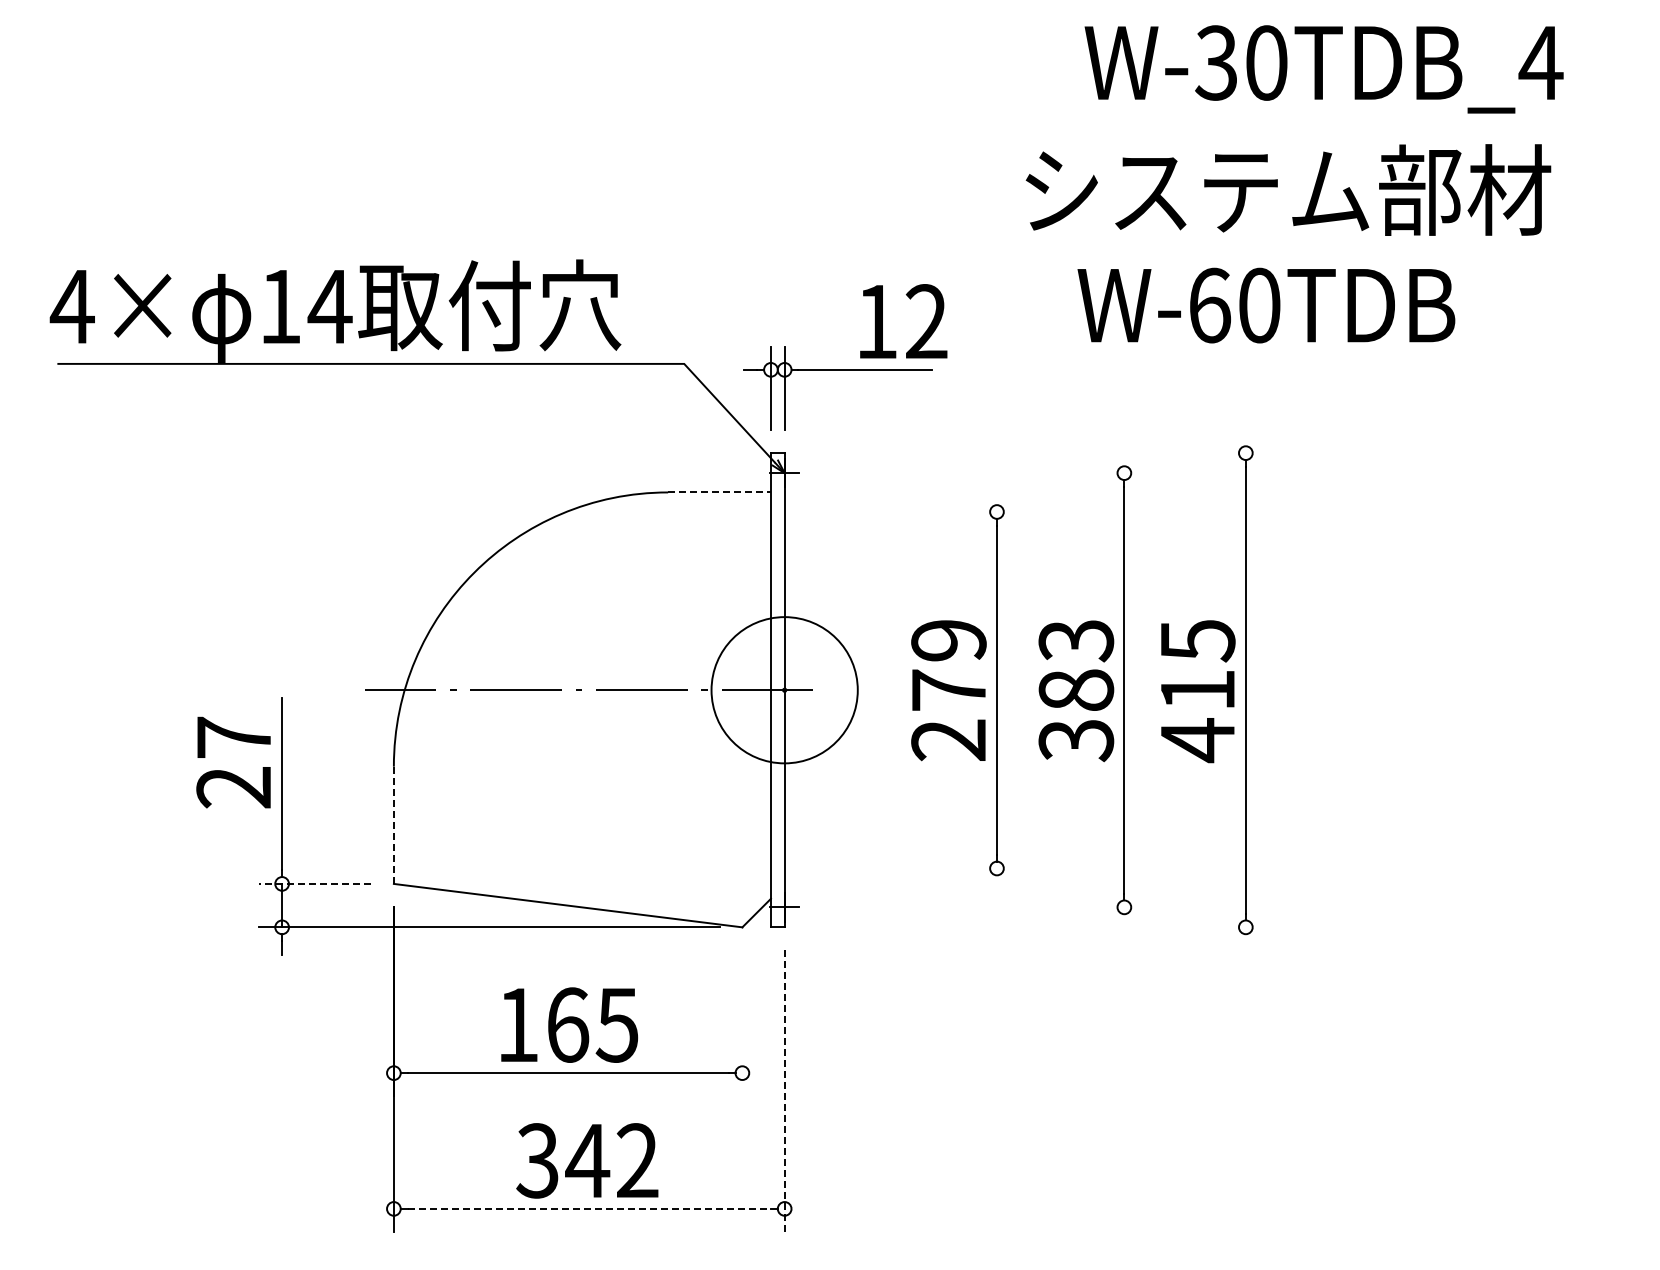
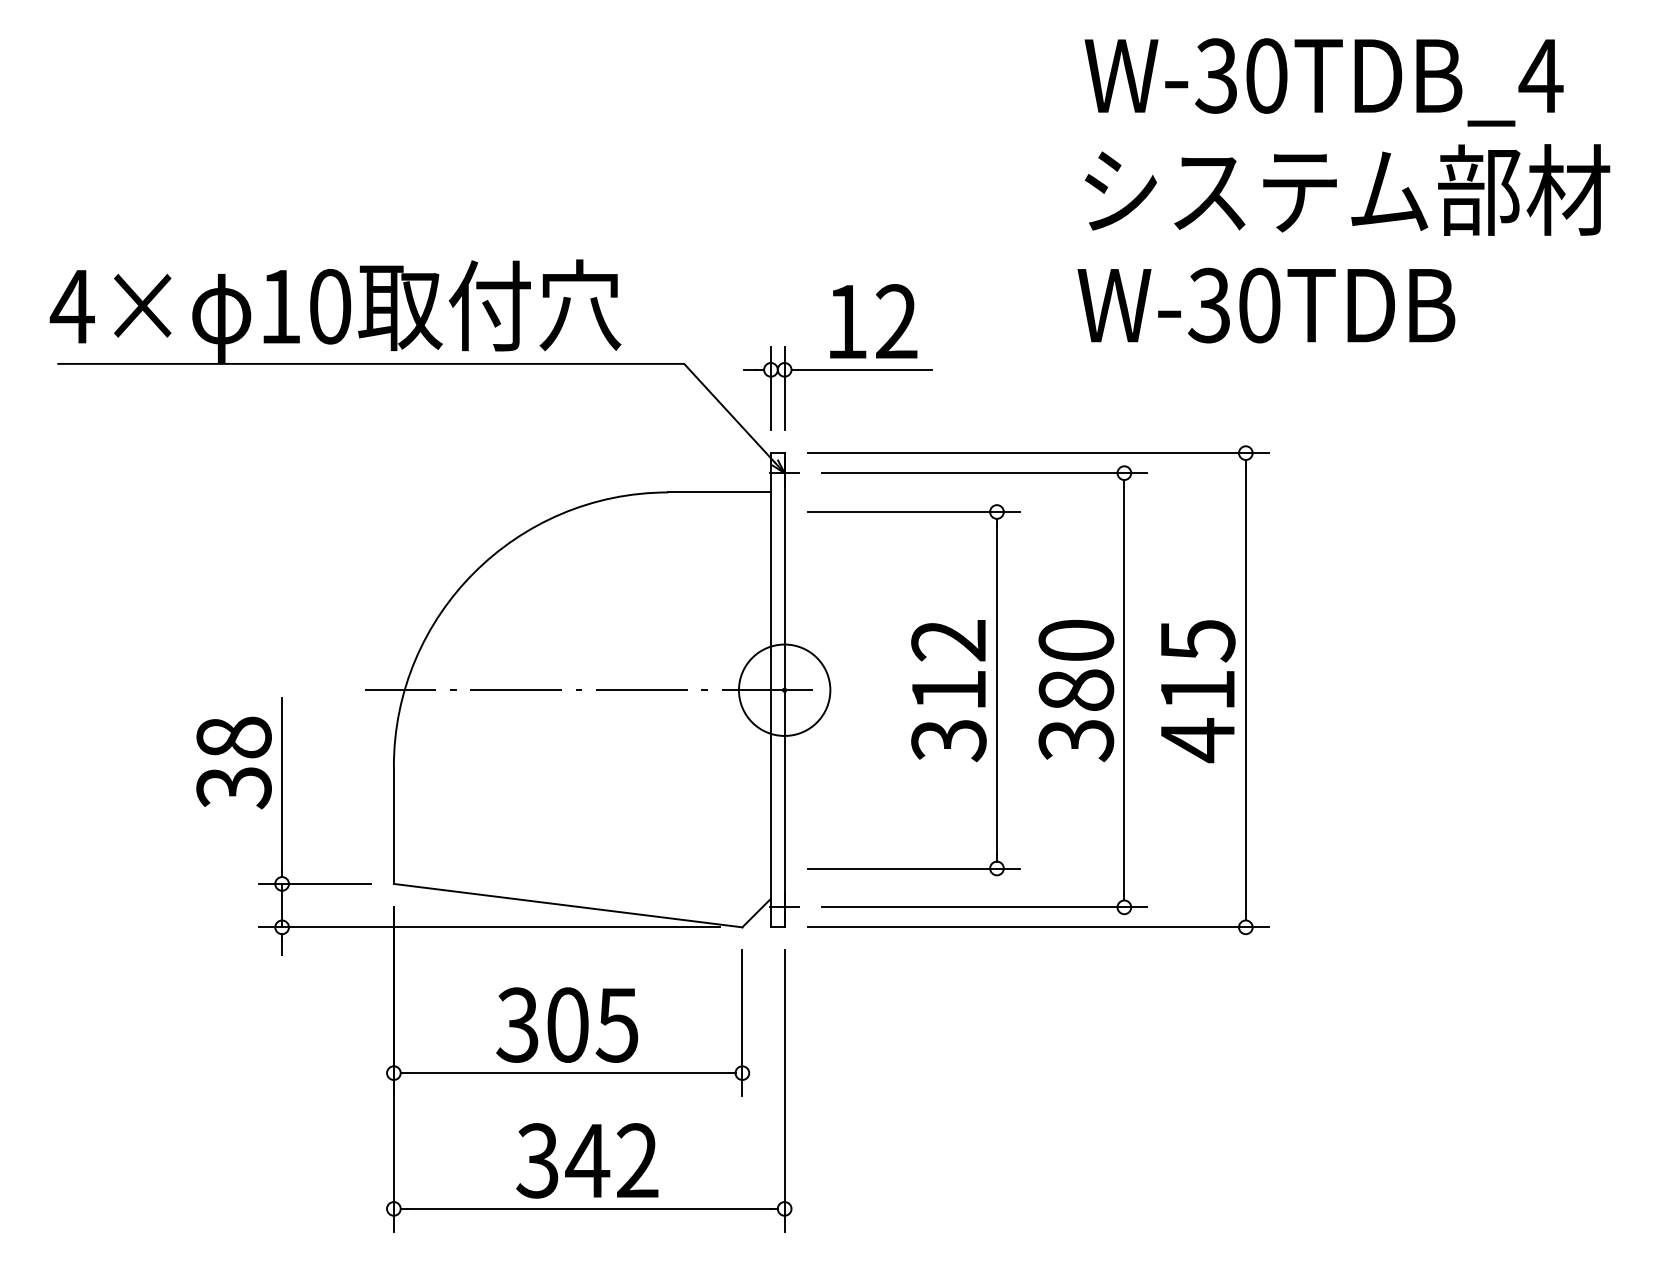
text at (1323, 69) position: (1323, 69) -> (1323, 82)
text at (1288, 189) position: (1288, 189) -> (1347, 189)
text at (1209, 305): W-60TDB -> W-30TDB
text at (329, 306): 14 -> 10
text at (903, 321) position: (903, 321) -> (873, 321)
line at (1037, 453): none -> present
line at (984, 473): none -> present
line at (720, 492): dashed -> solid
line at (913, 512): none -> present
text at (1076, 640): 383 -> 380
circle at (784, 690) diameter: 146 px -> 91 px
text at (948, 691): 279 -> 312
text at (233, 762): 27 -> 38
line at (393, 825): dashed -> solid
line at (913, 868): none -> present
line at (315, 883): dashed -> solid
line at (984, 907): none -> present
line at (1037, 927): none -> present
line at (742, 1023): none -> present
text at (542, 1024): 165 -> 305
line at (784, 1090): dashed -> solid
line at (589, 1208): dashed -> solid
